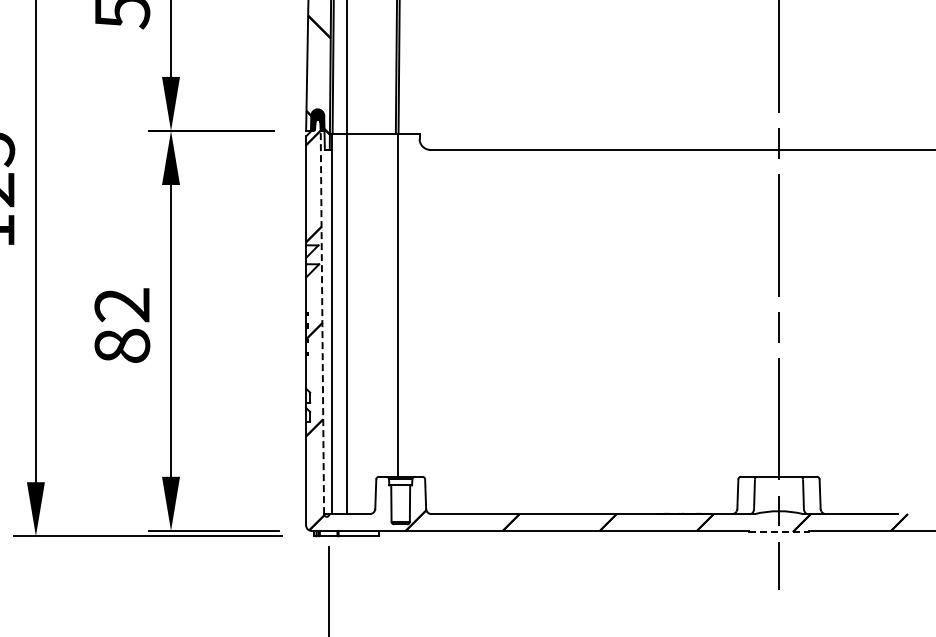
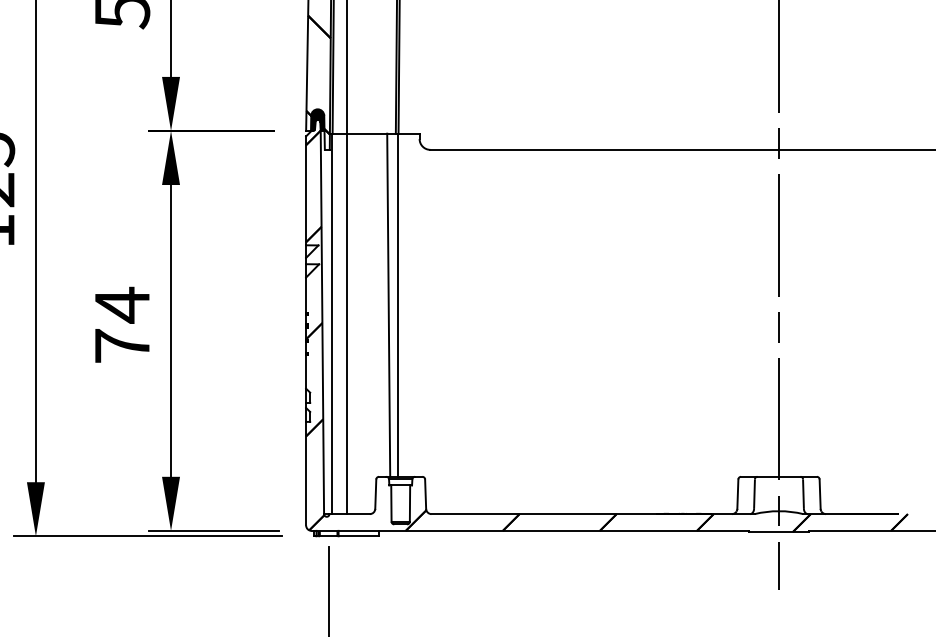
line at (388, 304): none -> present
line at (322, 322): dashed -> solid
text at (122, 324): 82 -> 74
line at (779, 531): dashed -> solid
